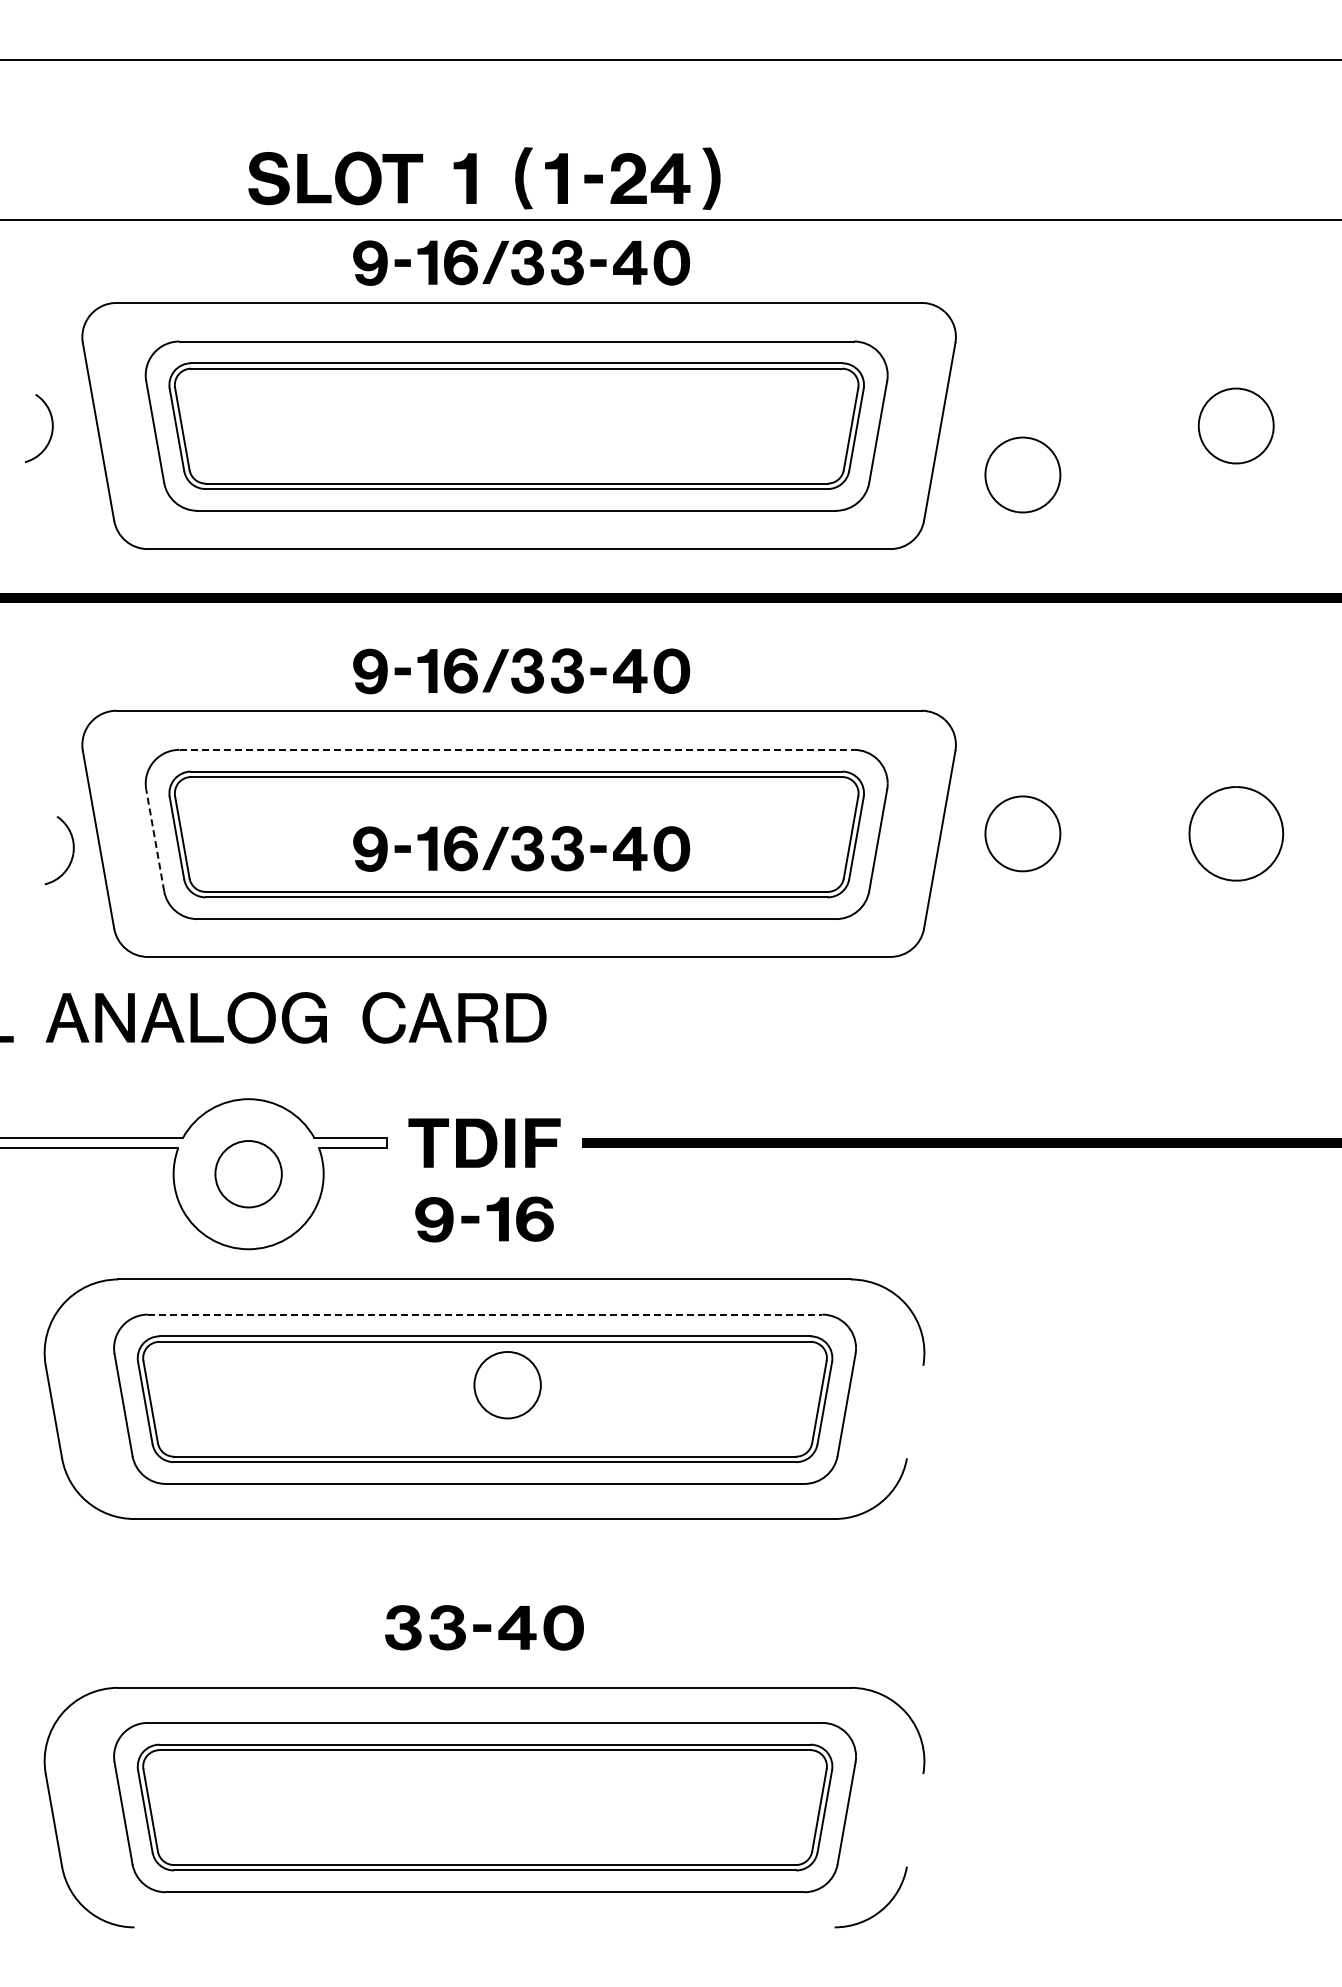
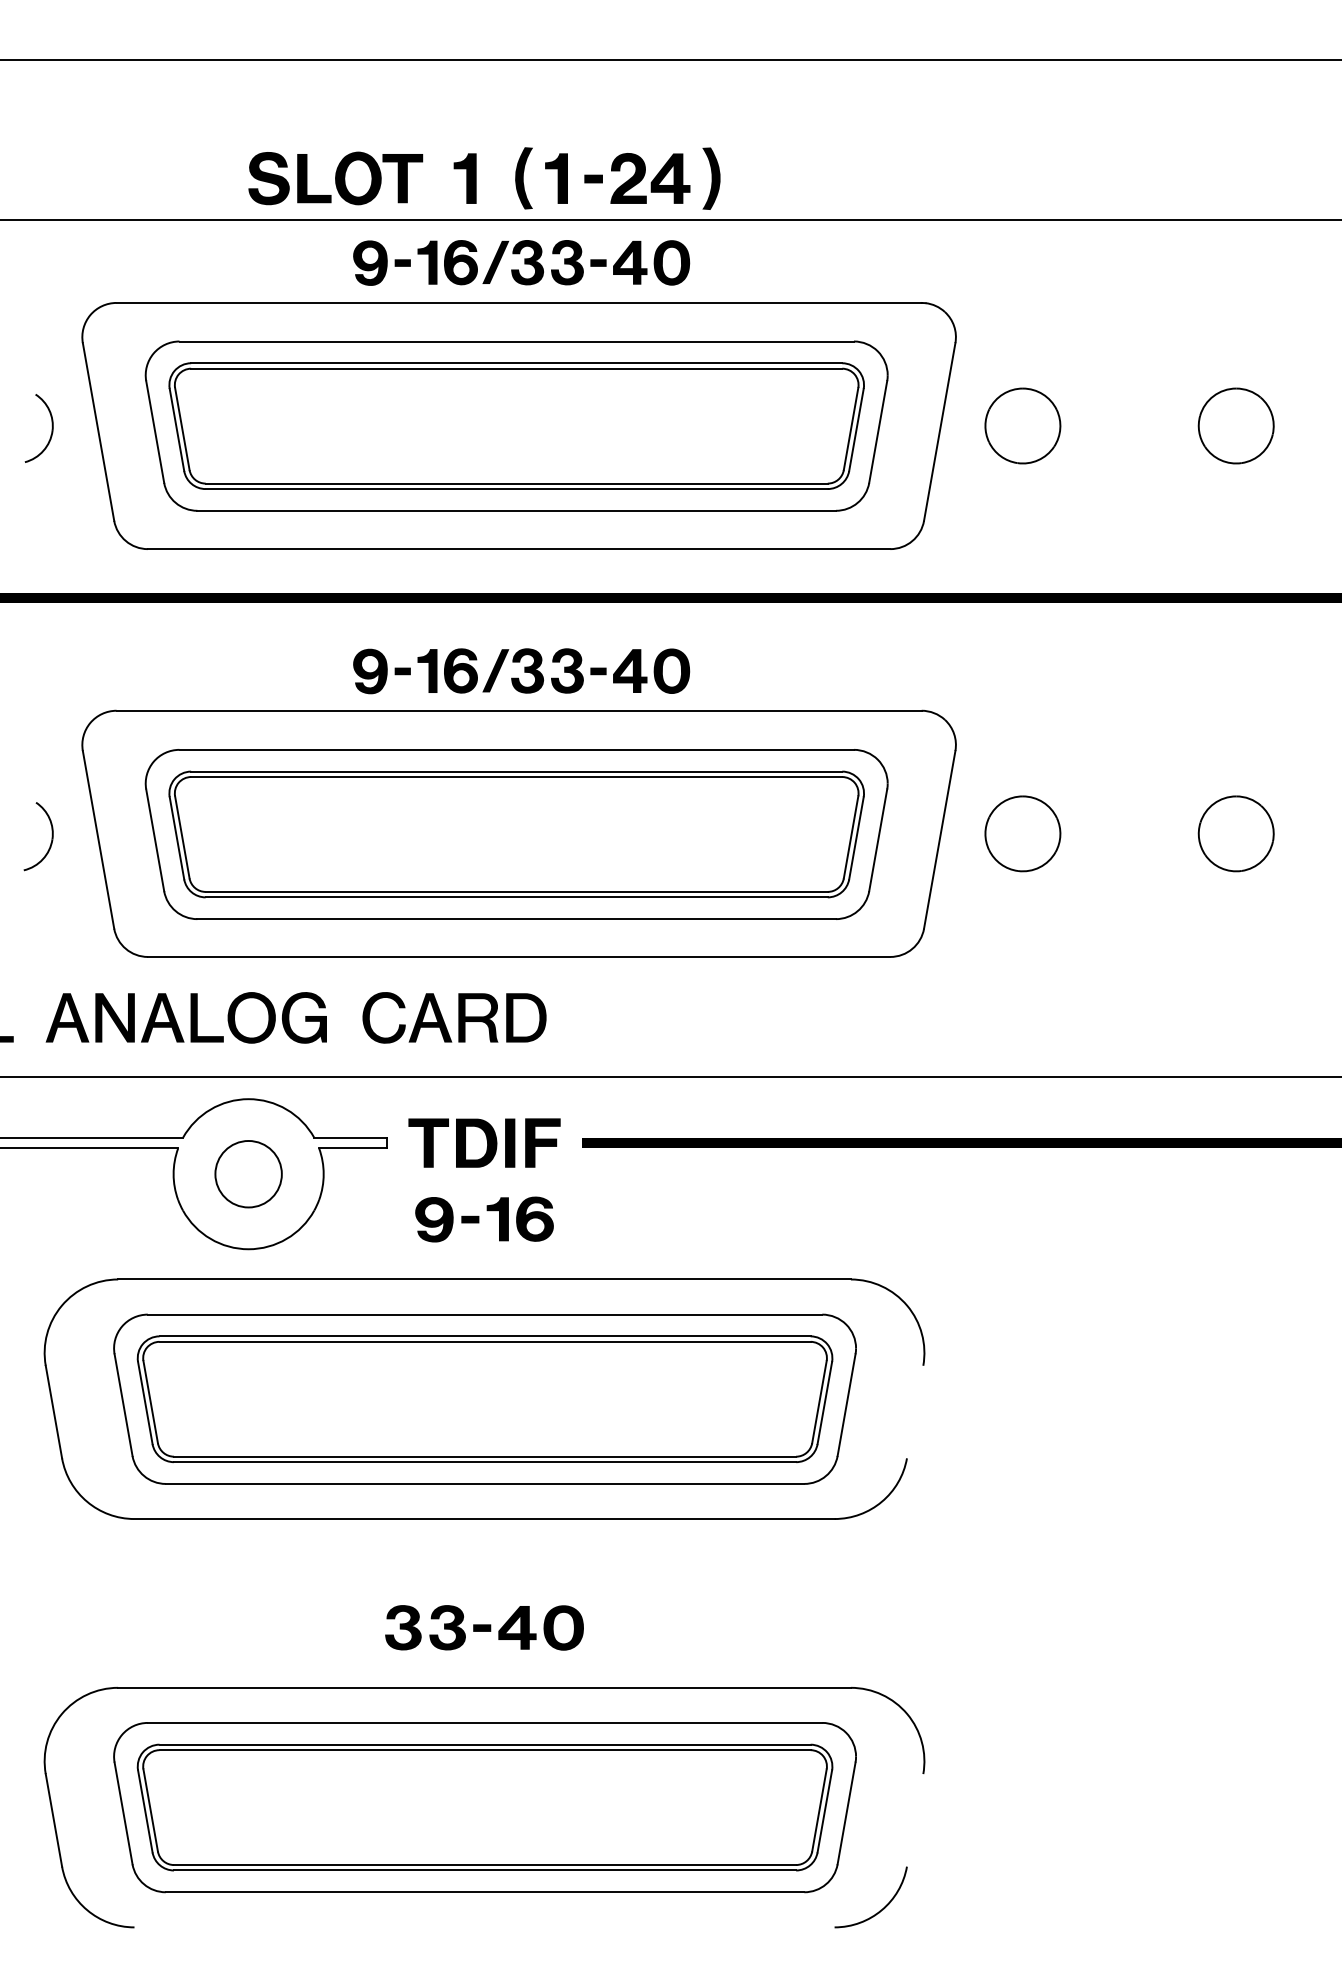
part at (1022, 474) position: (1022, 474) -> (1022, 425)
line at (517, 749): dashed -> solid
part at (1236, 833) size: 97x96 px -> 78x78 px
line at (155, 840): dashed -> solid
part at (521, 848): present -> none
part at (72, 850) position: (72, 850) -> (51, 836)
line at (670, 1076): none -> present
line at (485, 1314): dashed -> solid
part at (507, 1385): present -> none
